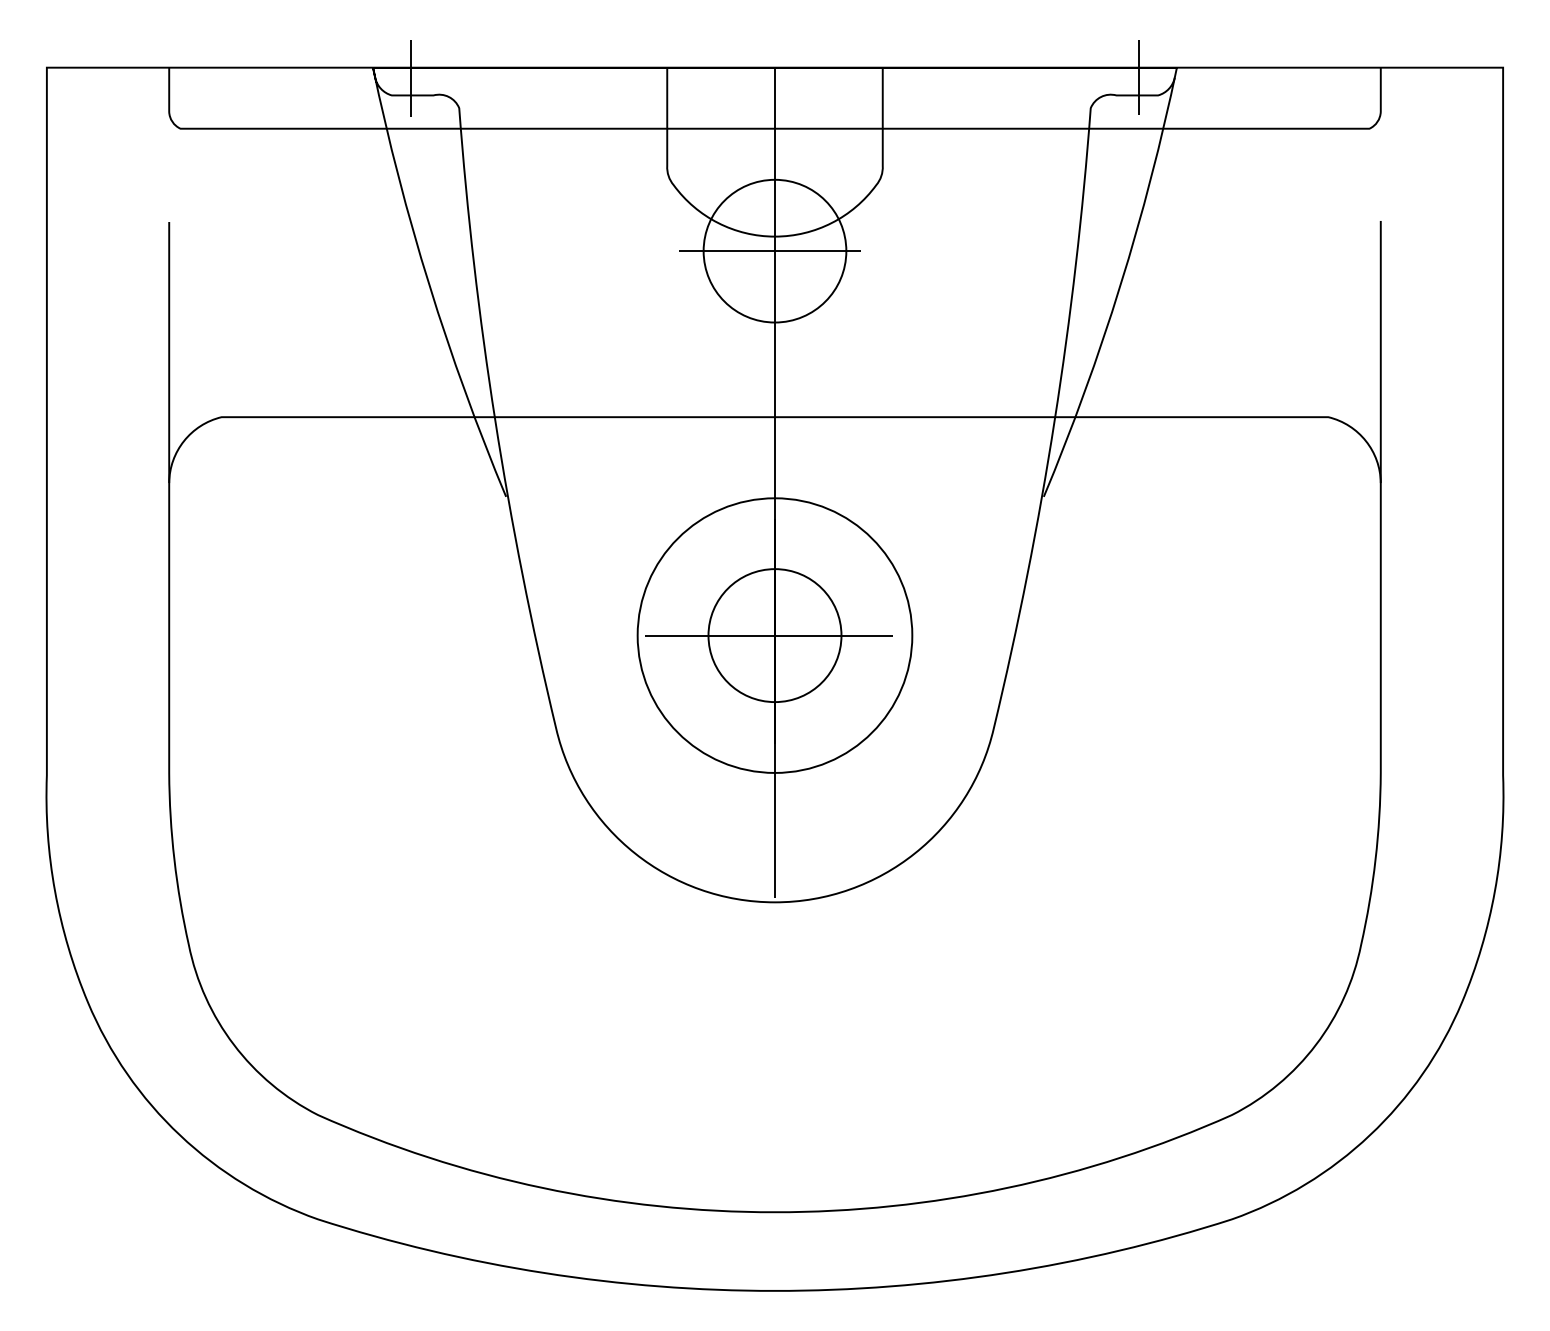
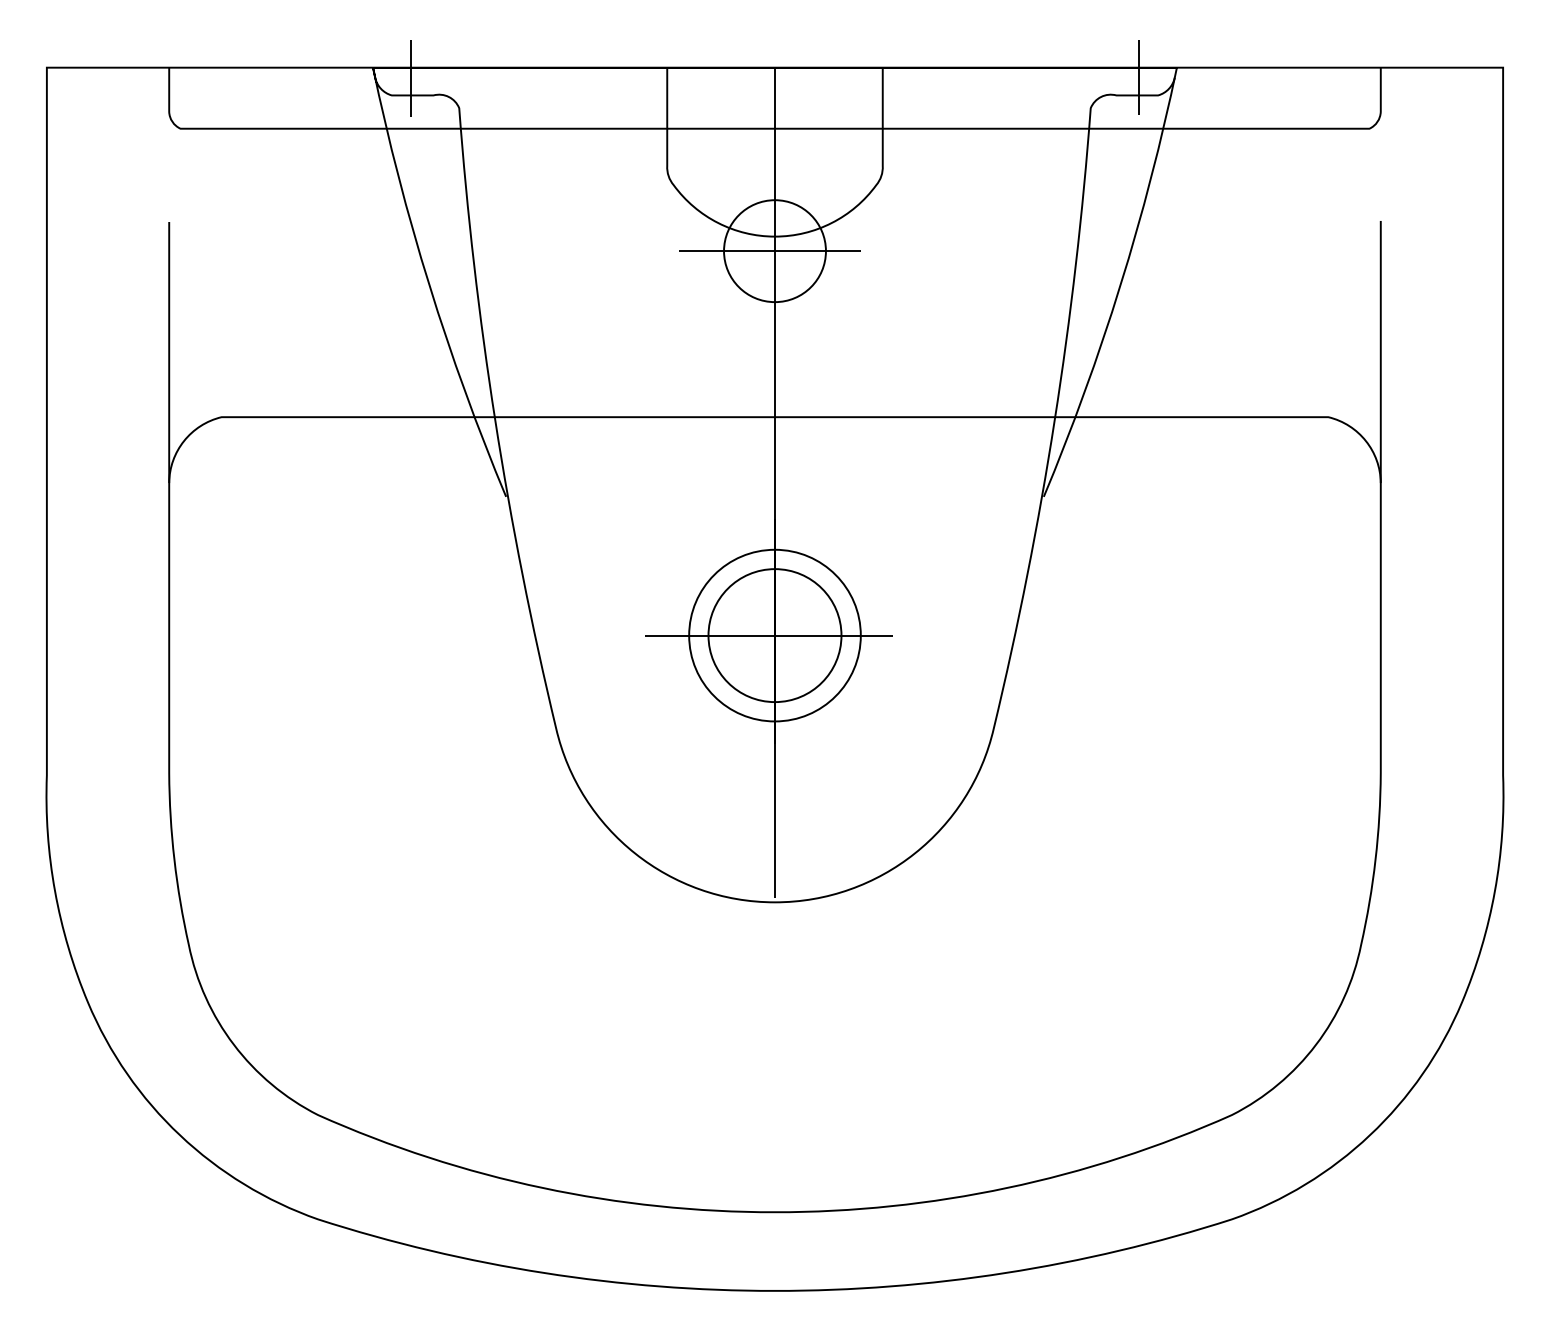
circle at (774, 250) diameter: 143 px -> 102 px
circle at (774, 635) diameter: 275 px -> 172 px
